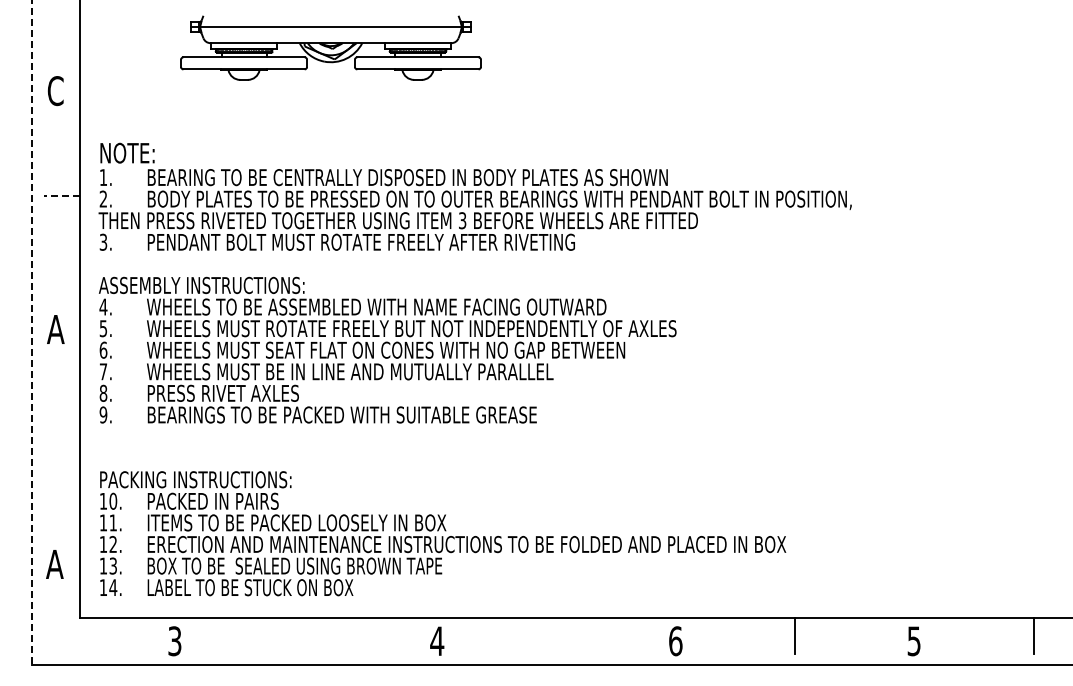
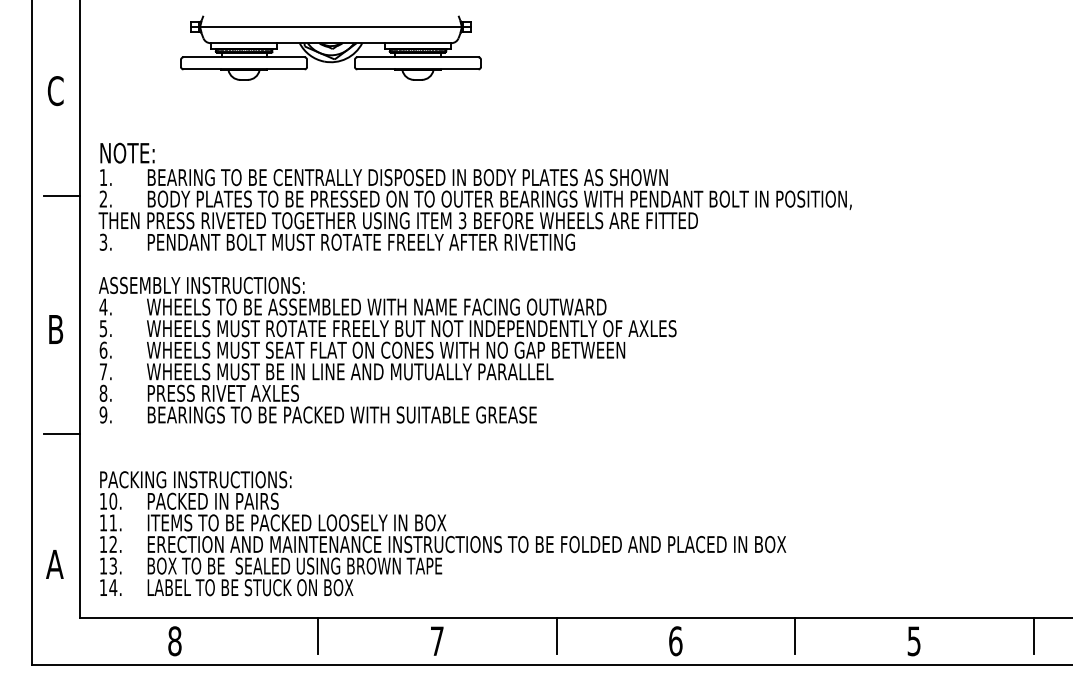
line at (61, 195): dashed -> solid
text at (55, 329): A -> B
line at (32, 333): dashed -> solid
line at (61, 434): none -> present
line at (318, 635): none -> present
line at (556, 635): none -> present
text at (437, 640): 4 -> 7
text at (174, 641): 3 -> 8
